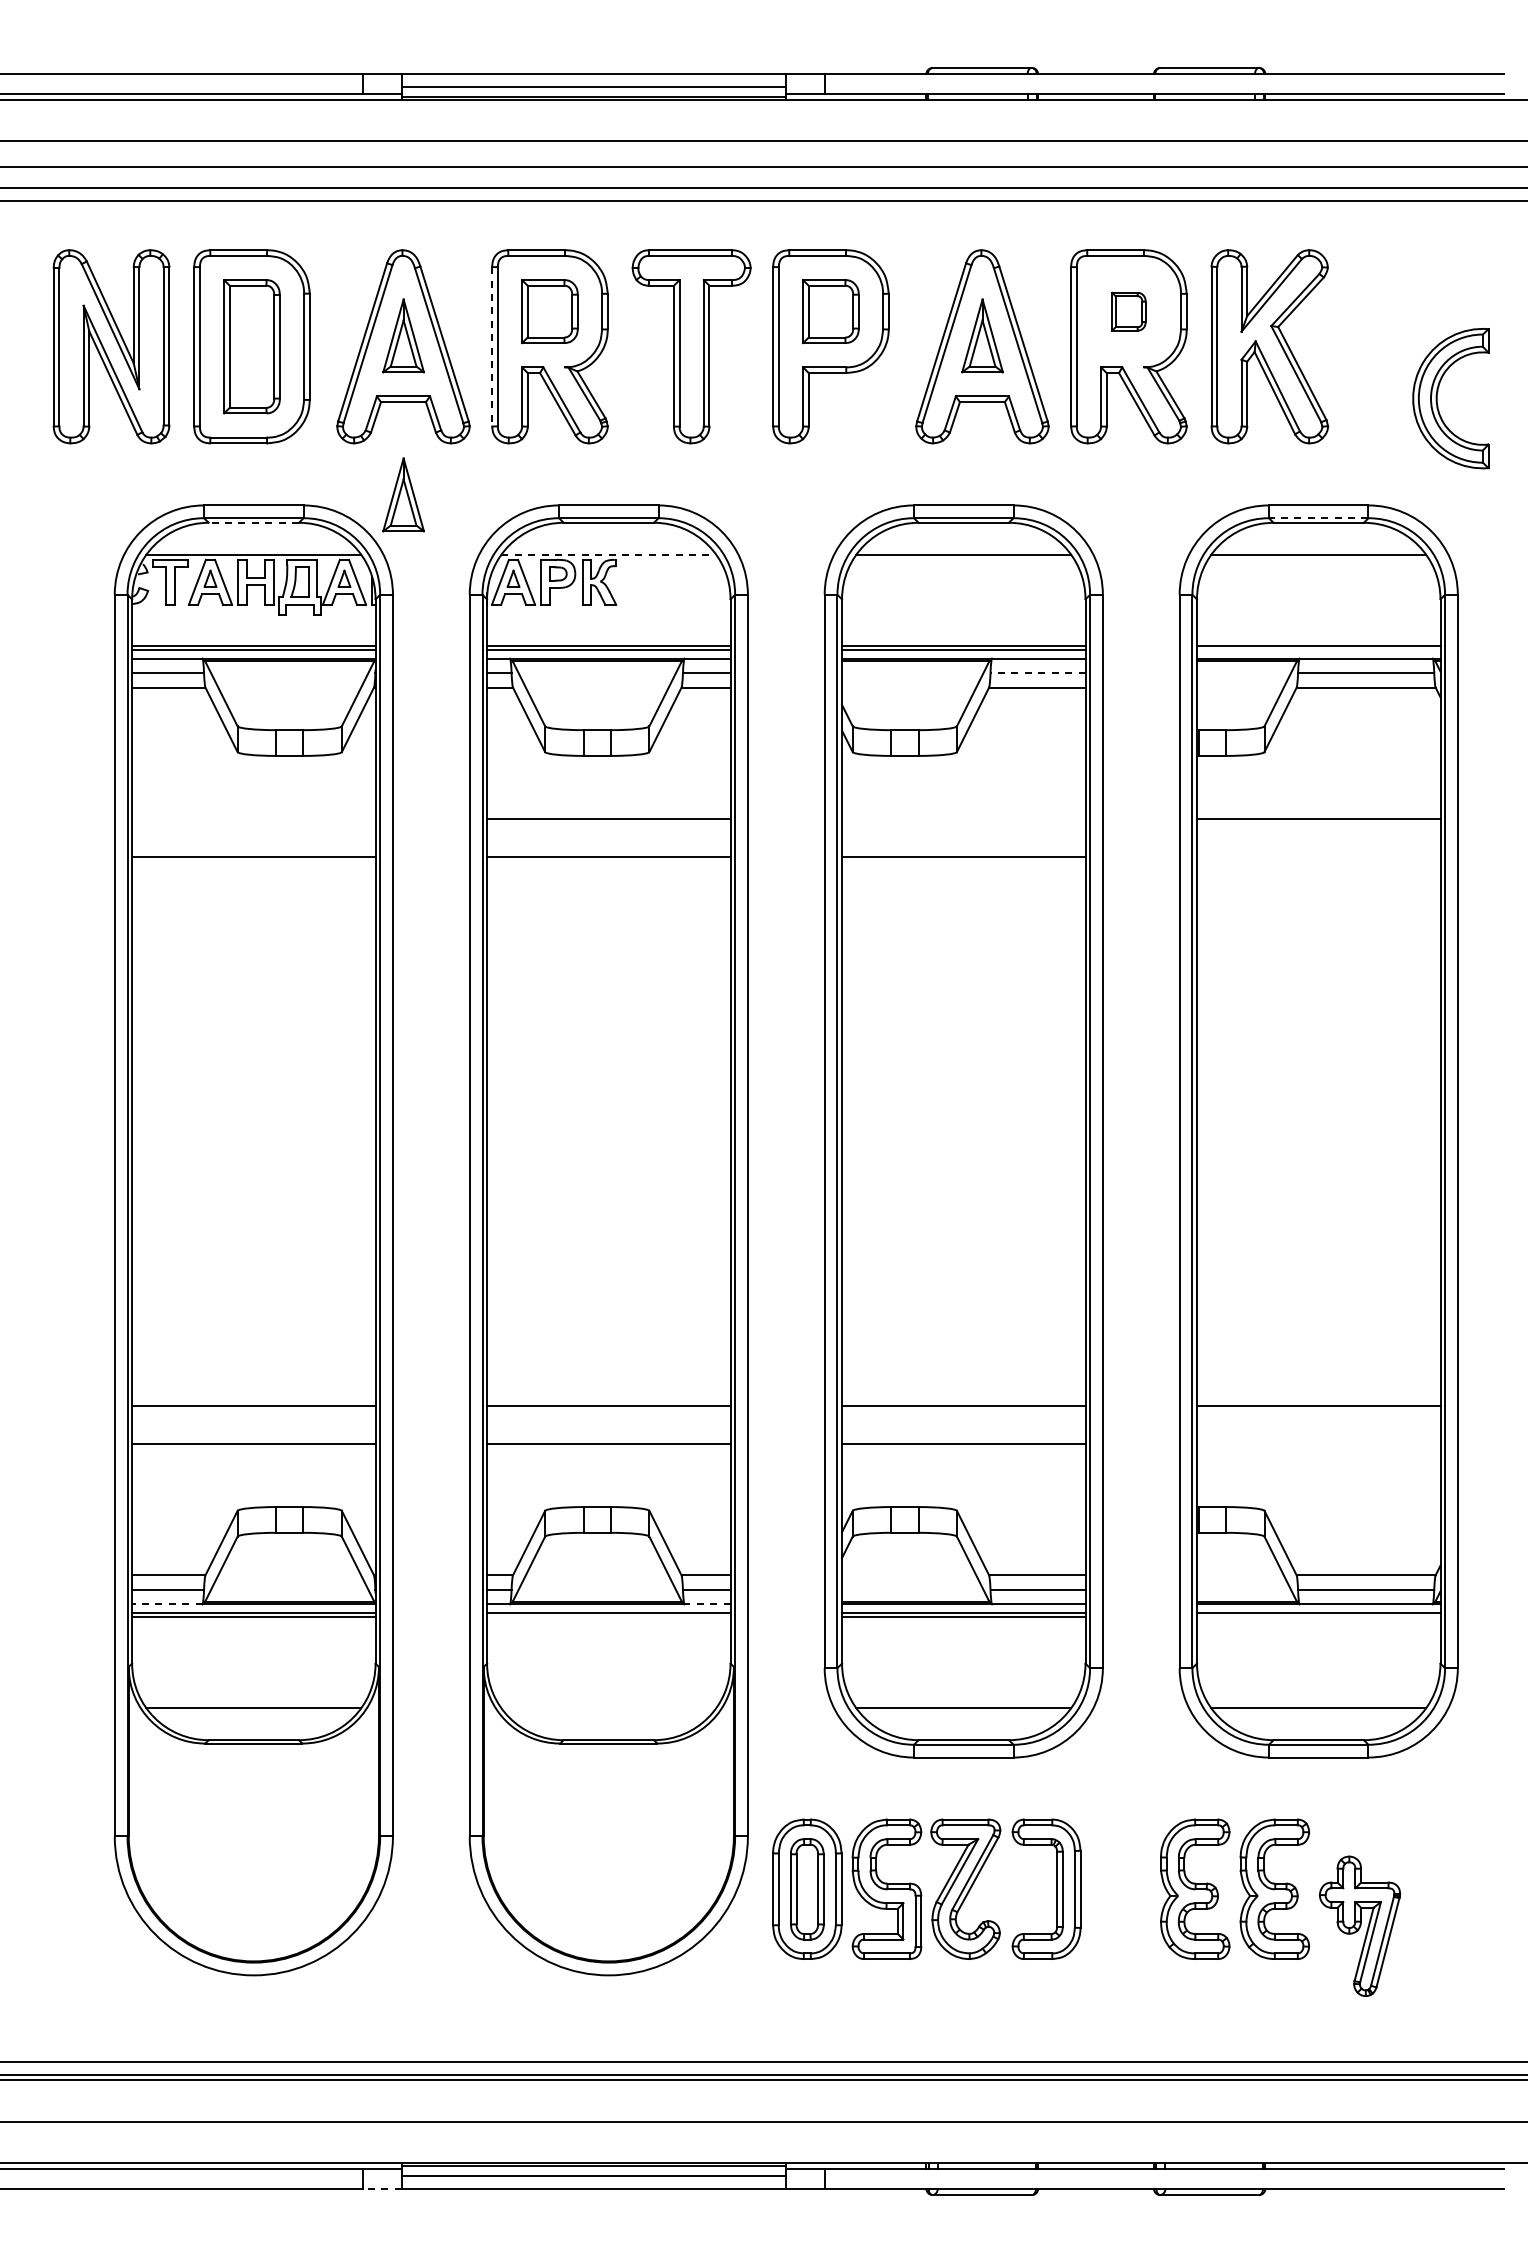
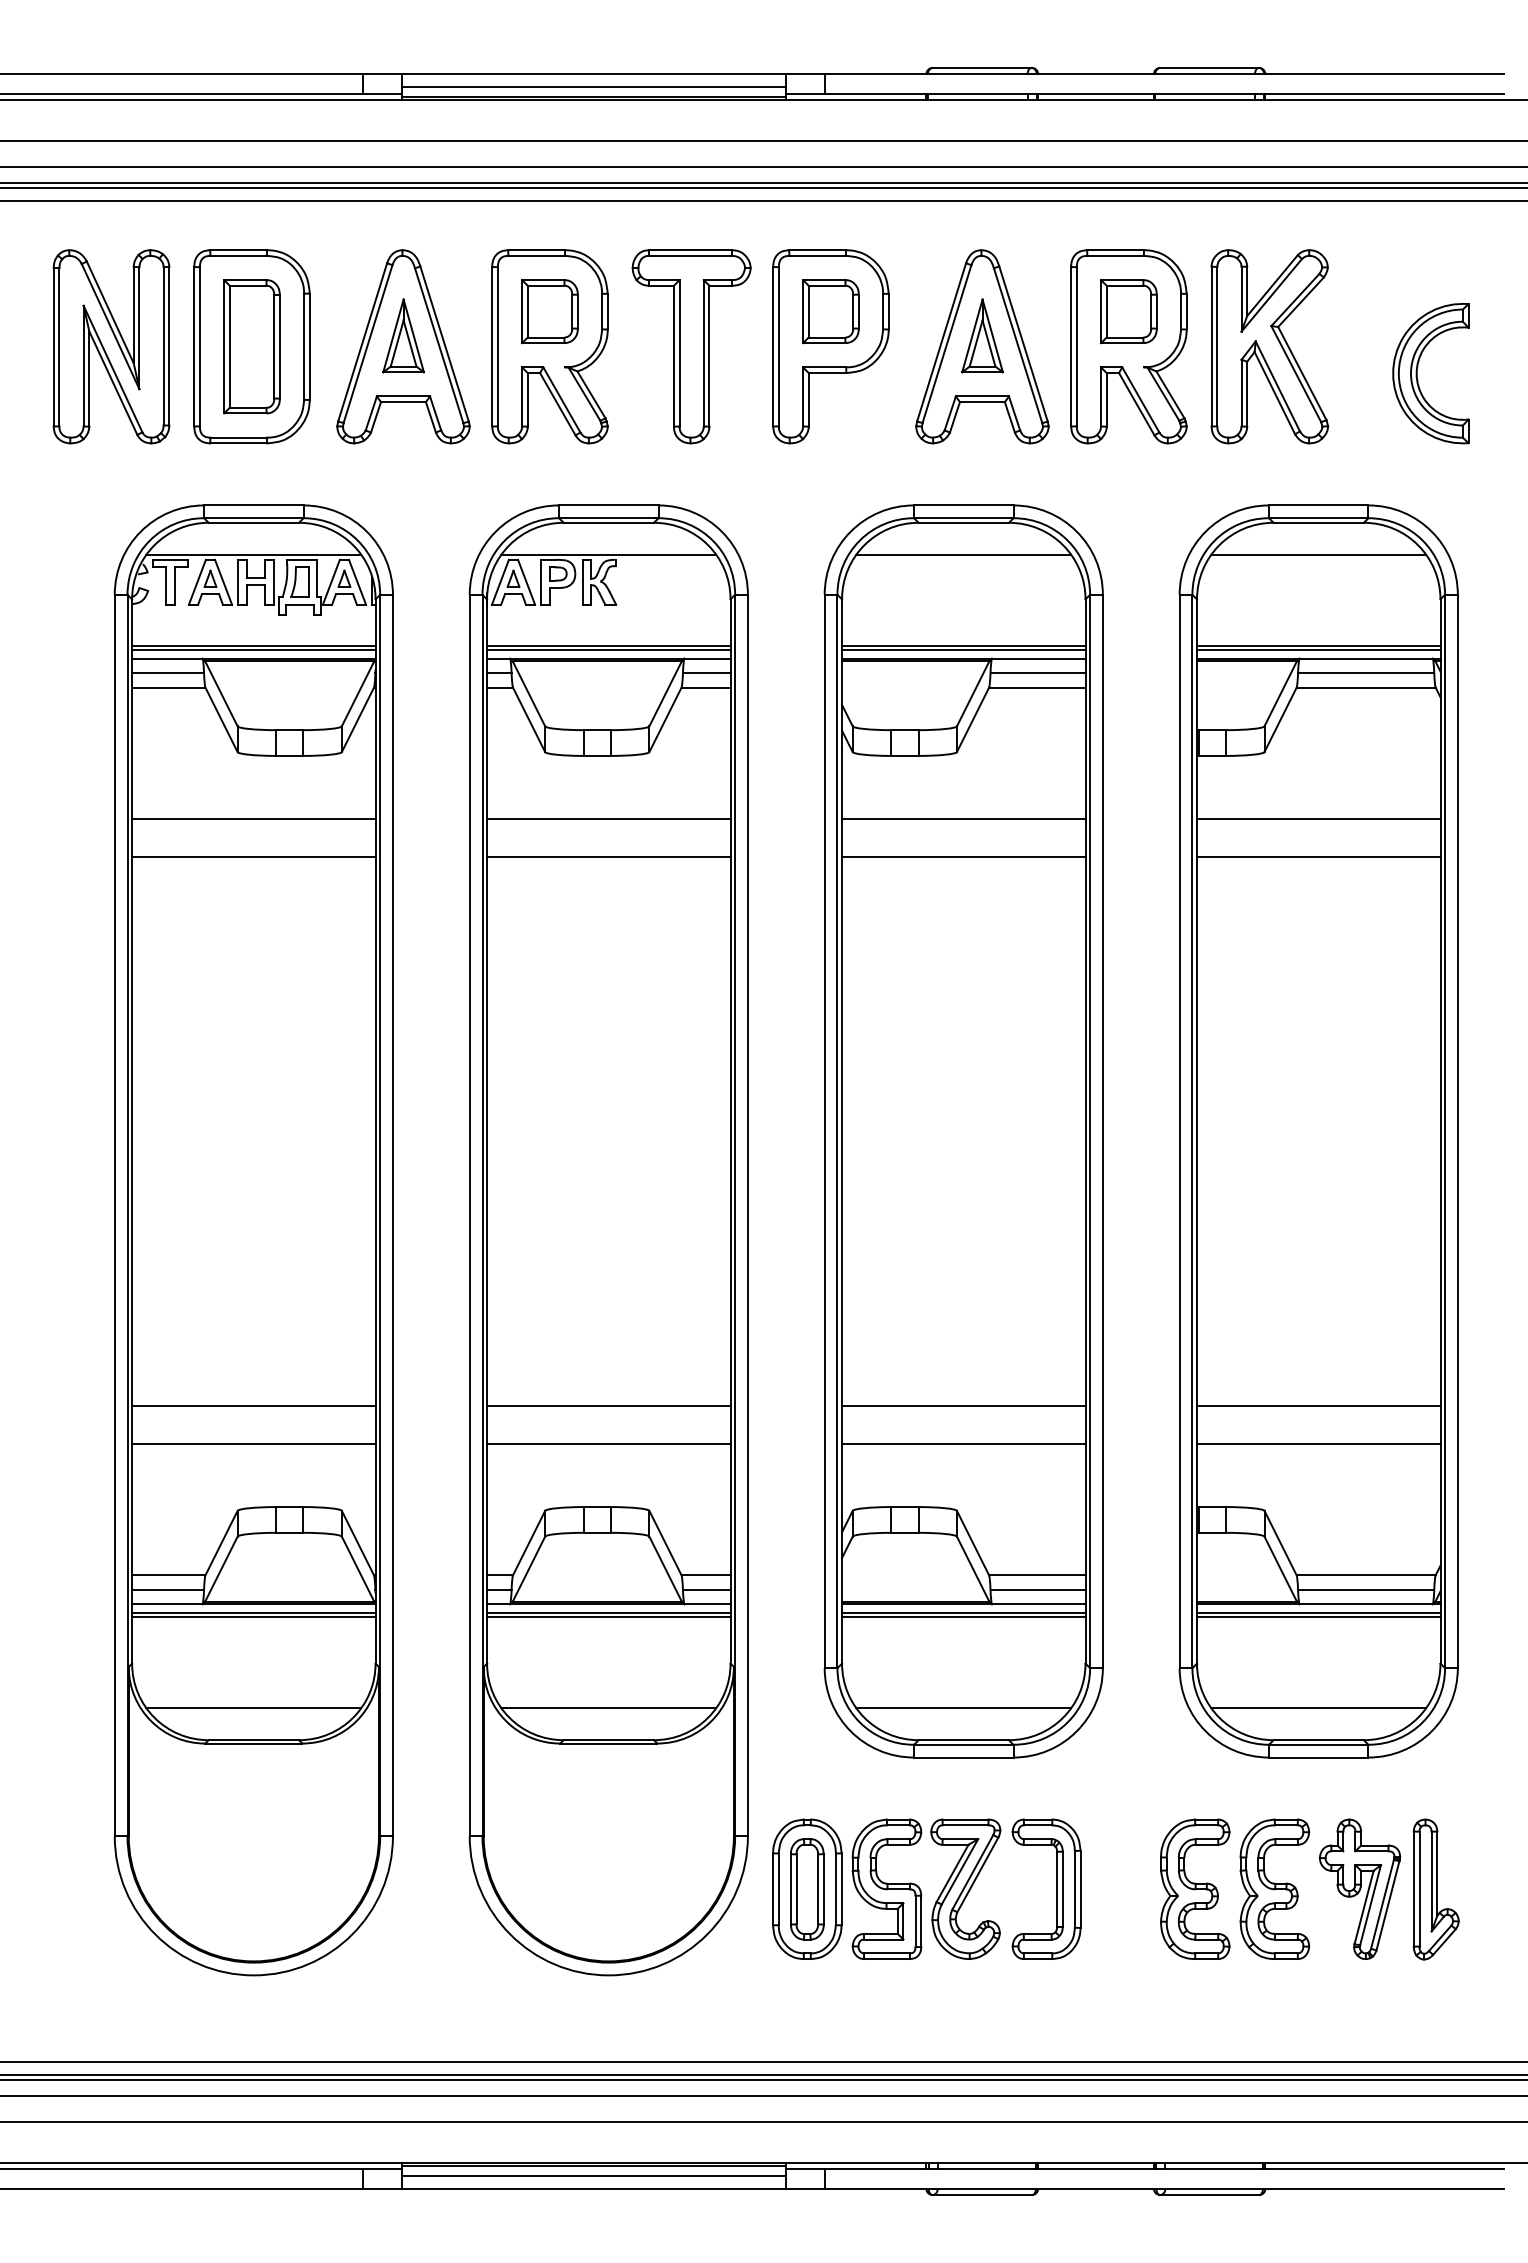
line at (763, 183): none -> present
part at (1128, 311) size: 36x41 px -> 58x66 px
line at (492, 346): dashed -> solid
part at (1437, 398) position: (1437, 398) -> (1417, 373)
part at (403, 494): present -> none
line at (1318, 518): dashed -> solid
line at (253, 522): dashed -> solid
line at (609, 554): dashed -> solid
line at (1318, 649): none -> present
line at (1038, 673): dashed -> solid
line at (253, 819): none -> present
line at (963, 819): none -> present
line at (1318, 857): none -> present
line at (1318, 1443): none -> present
line at (166, 1604): dashed -> solid
line at (707, 1604): dashed -> solid
line at (608, 1616): none -> present
line at (1318, 1616): none -> present
line at (608, 1708): none -> present
part at (1435, 1889): none -> present
part at (1360, 1925) position: (1360, 1925) -> (1360, 1888)
line at (763, 2096): none -> present
line at (382, 2188): dashed -> solid
